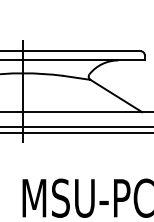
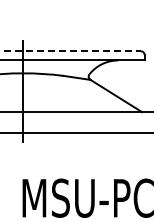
line at (70, 51): solid -> dashed
line at (76, 127): present -> none
